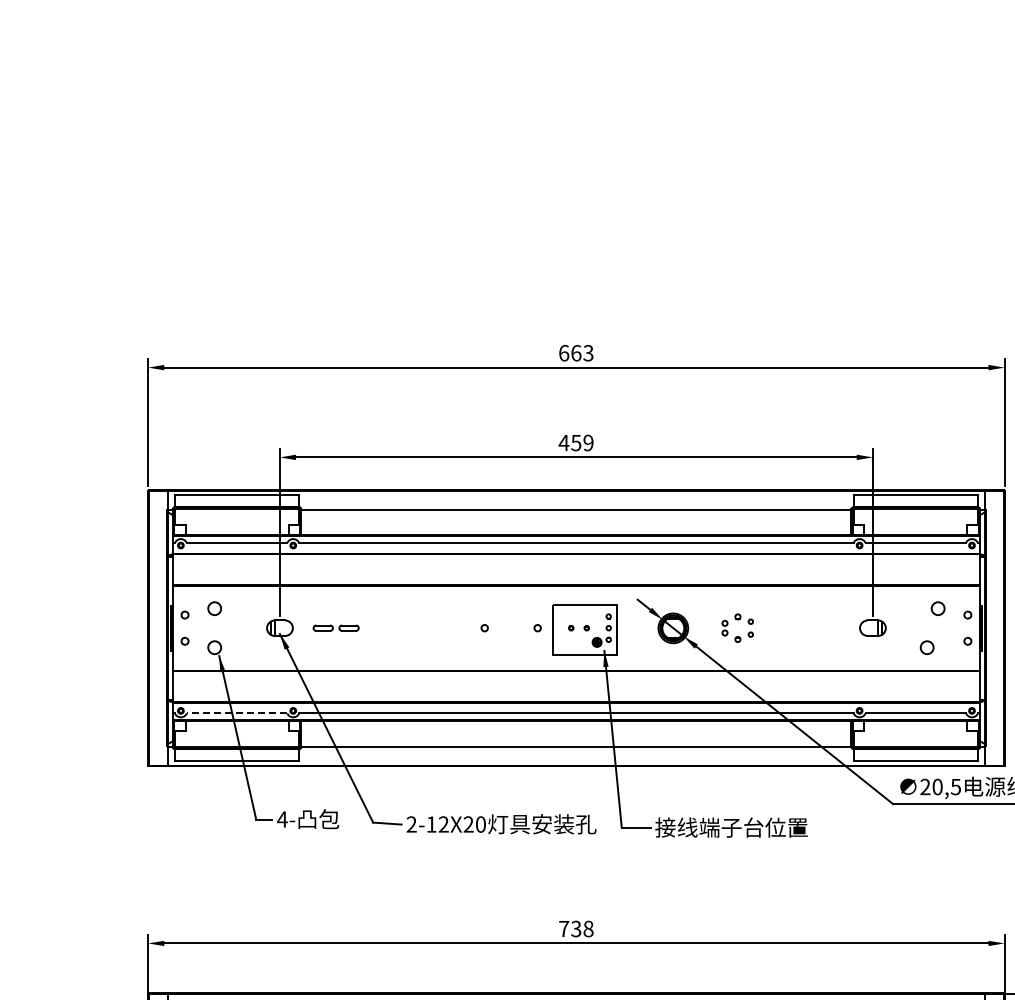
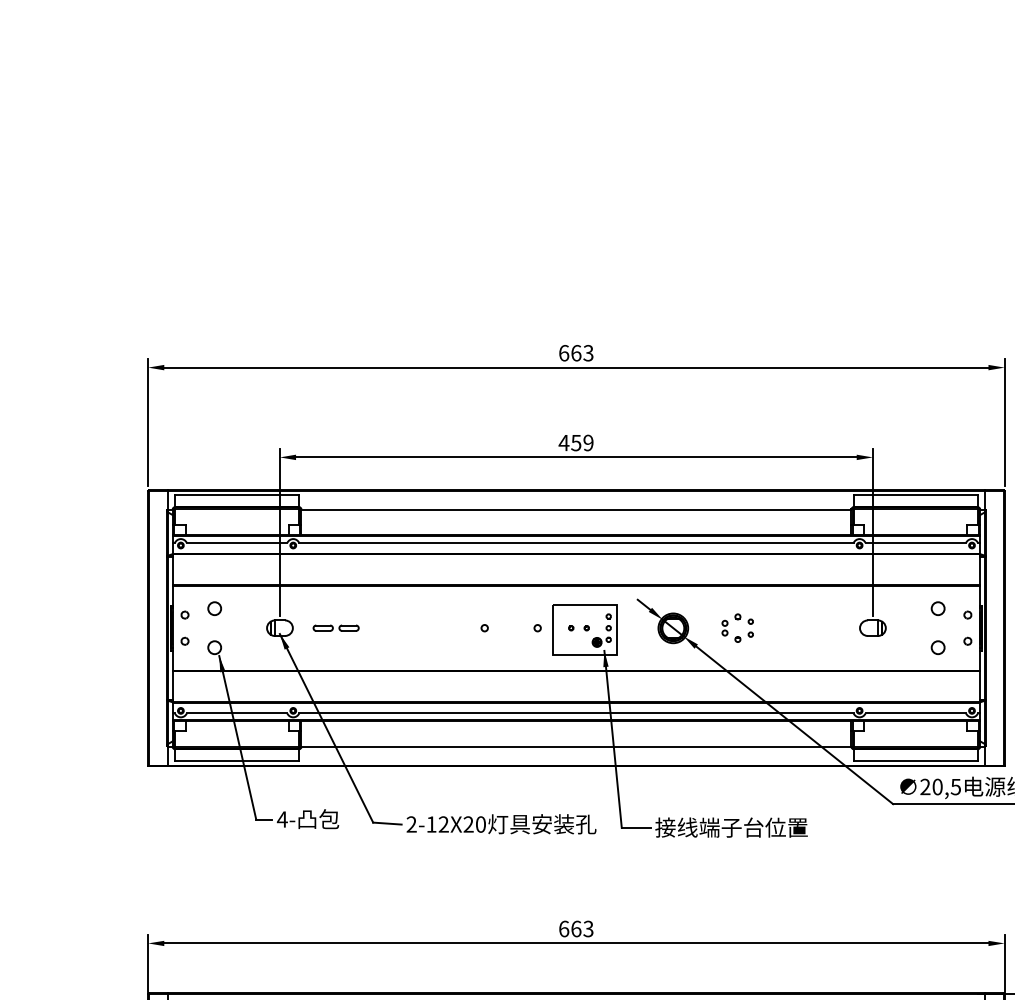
circle at (926, 647) position: (926, 647) -> (937, 647)
line at (236, 713): dashed -> solid
text at (576, 928): 738 -> 663
